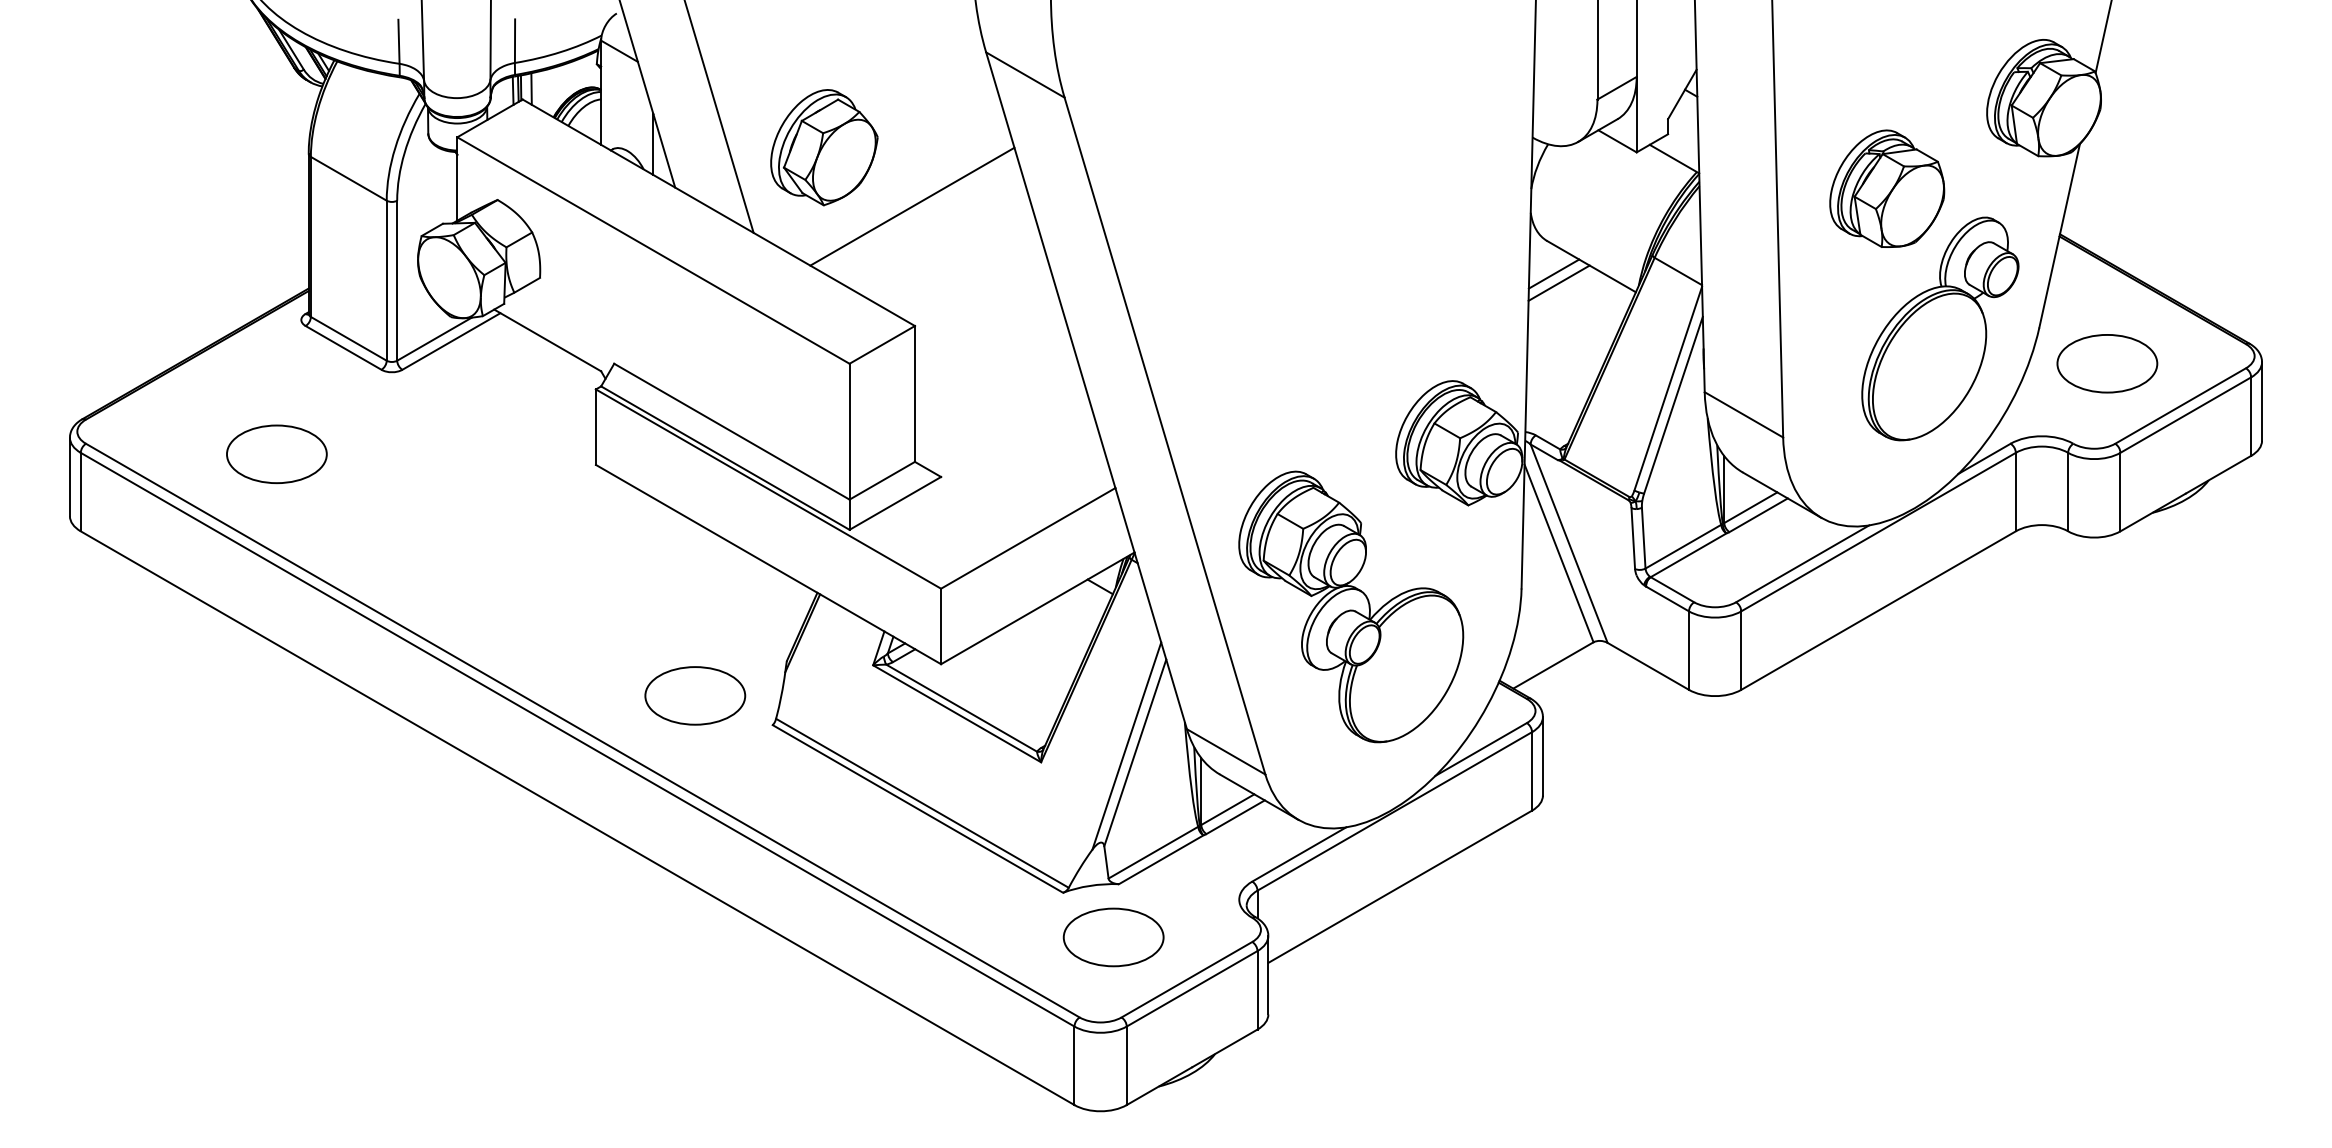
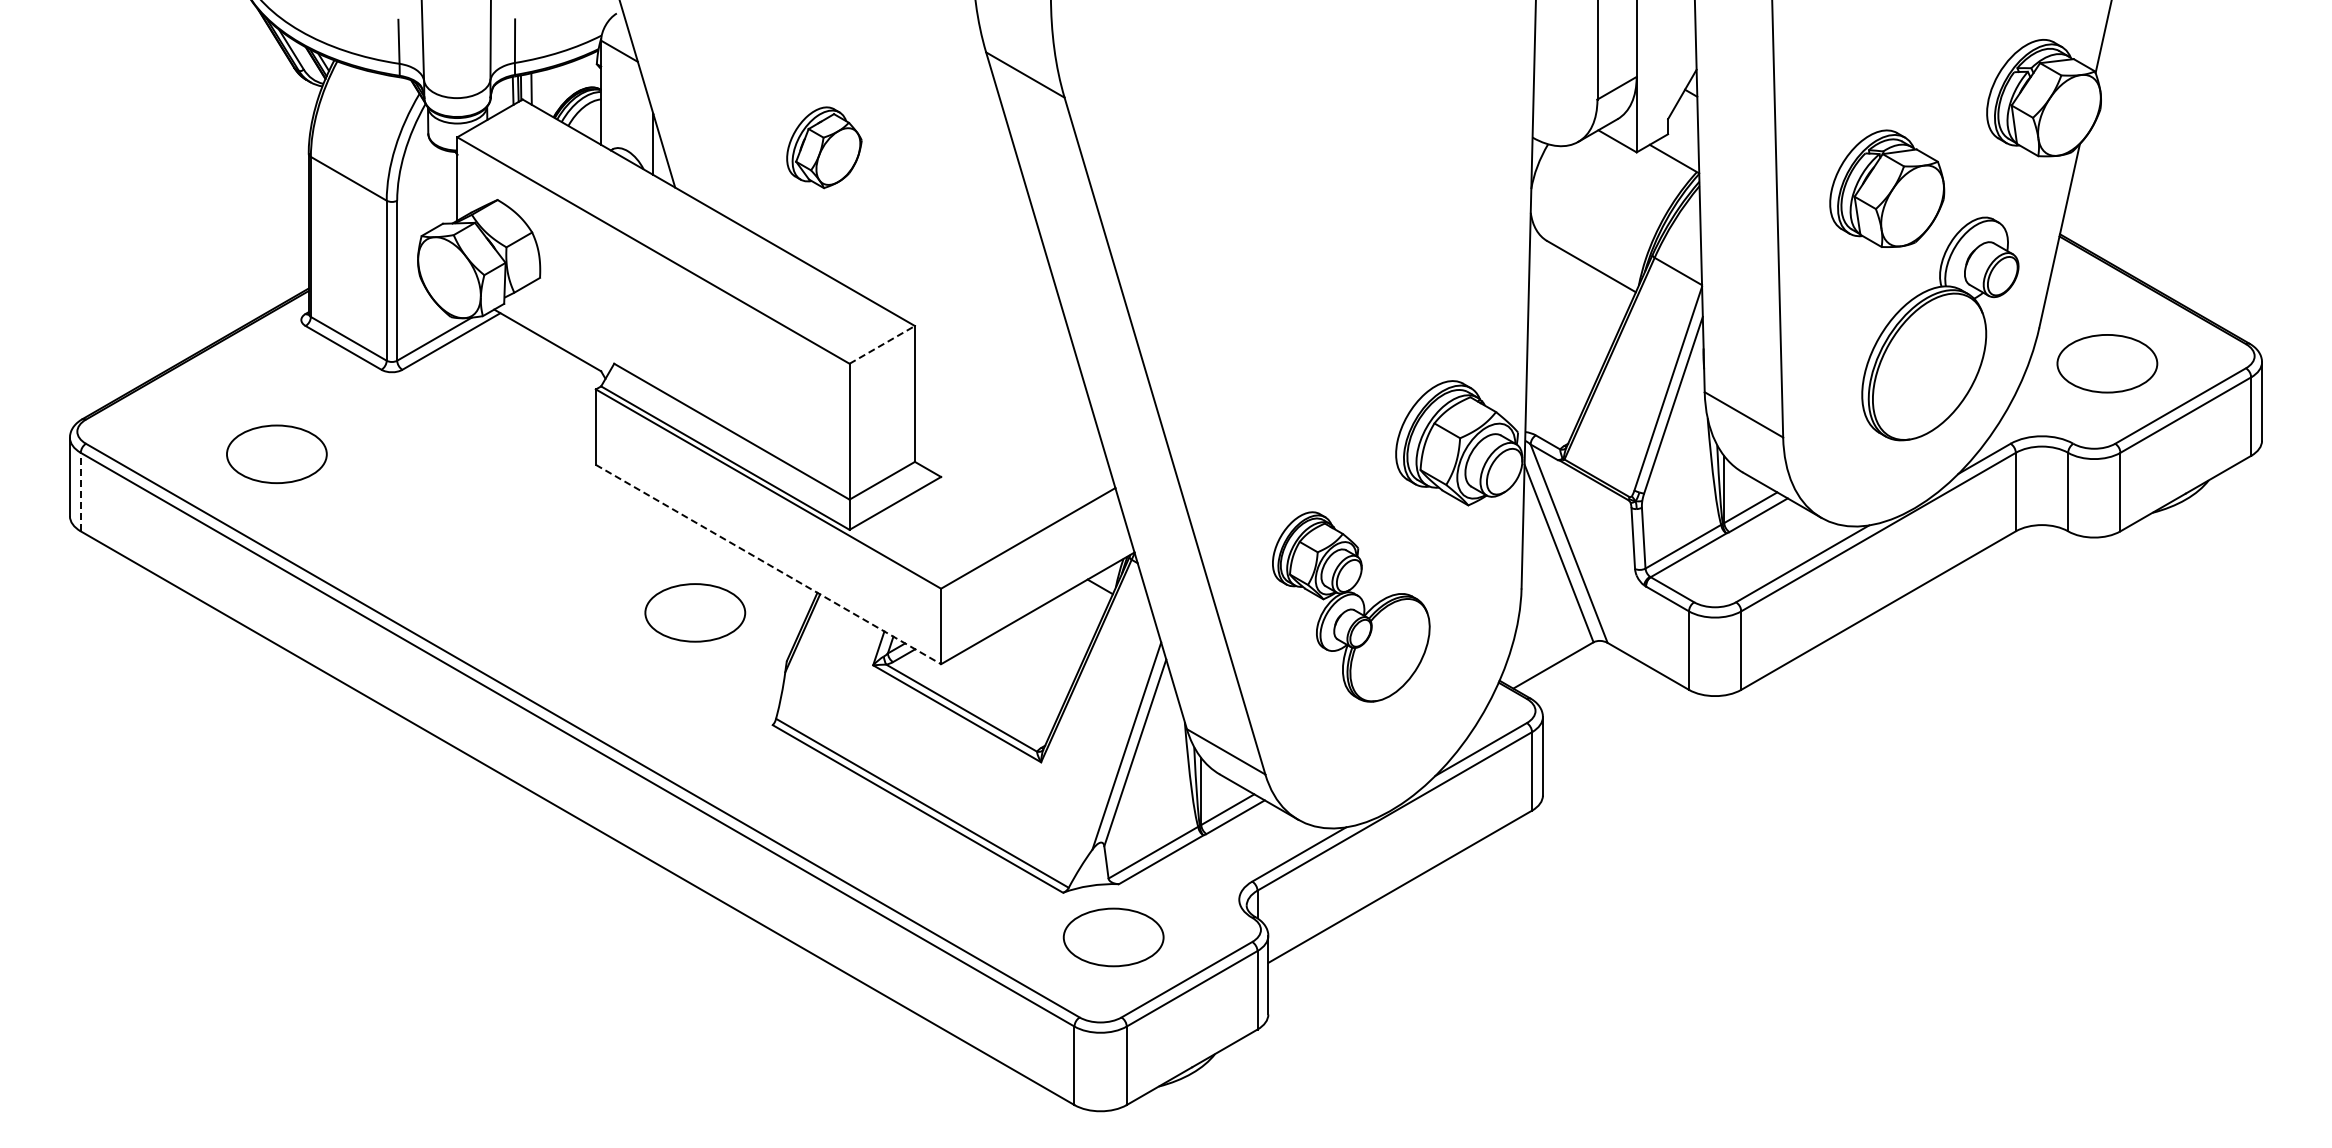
line at (719, 117): present -> none
part at (824, 147) size: 109x118 px -> 77x84 px
line at (912, 206): present -> none
line at (1553, 273): present -> none
line at (1558, 282): present -> none
line at (882, 344): solid -> dashed
line at (80, 491): solid -> dashed
line at (768, 564): solid -> dashed
part at (1351, 606) size: 227x274 px -> 159x192 px
part at (695, 695) position: (695, 695) -> (695, 612)
